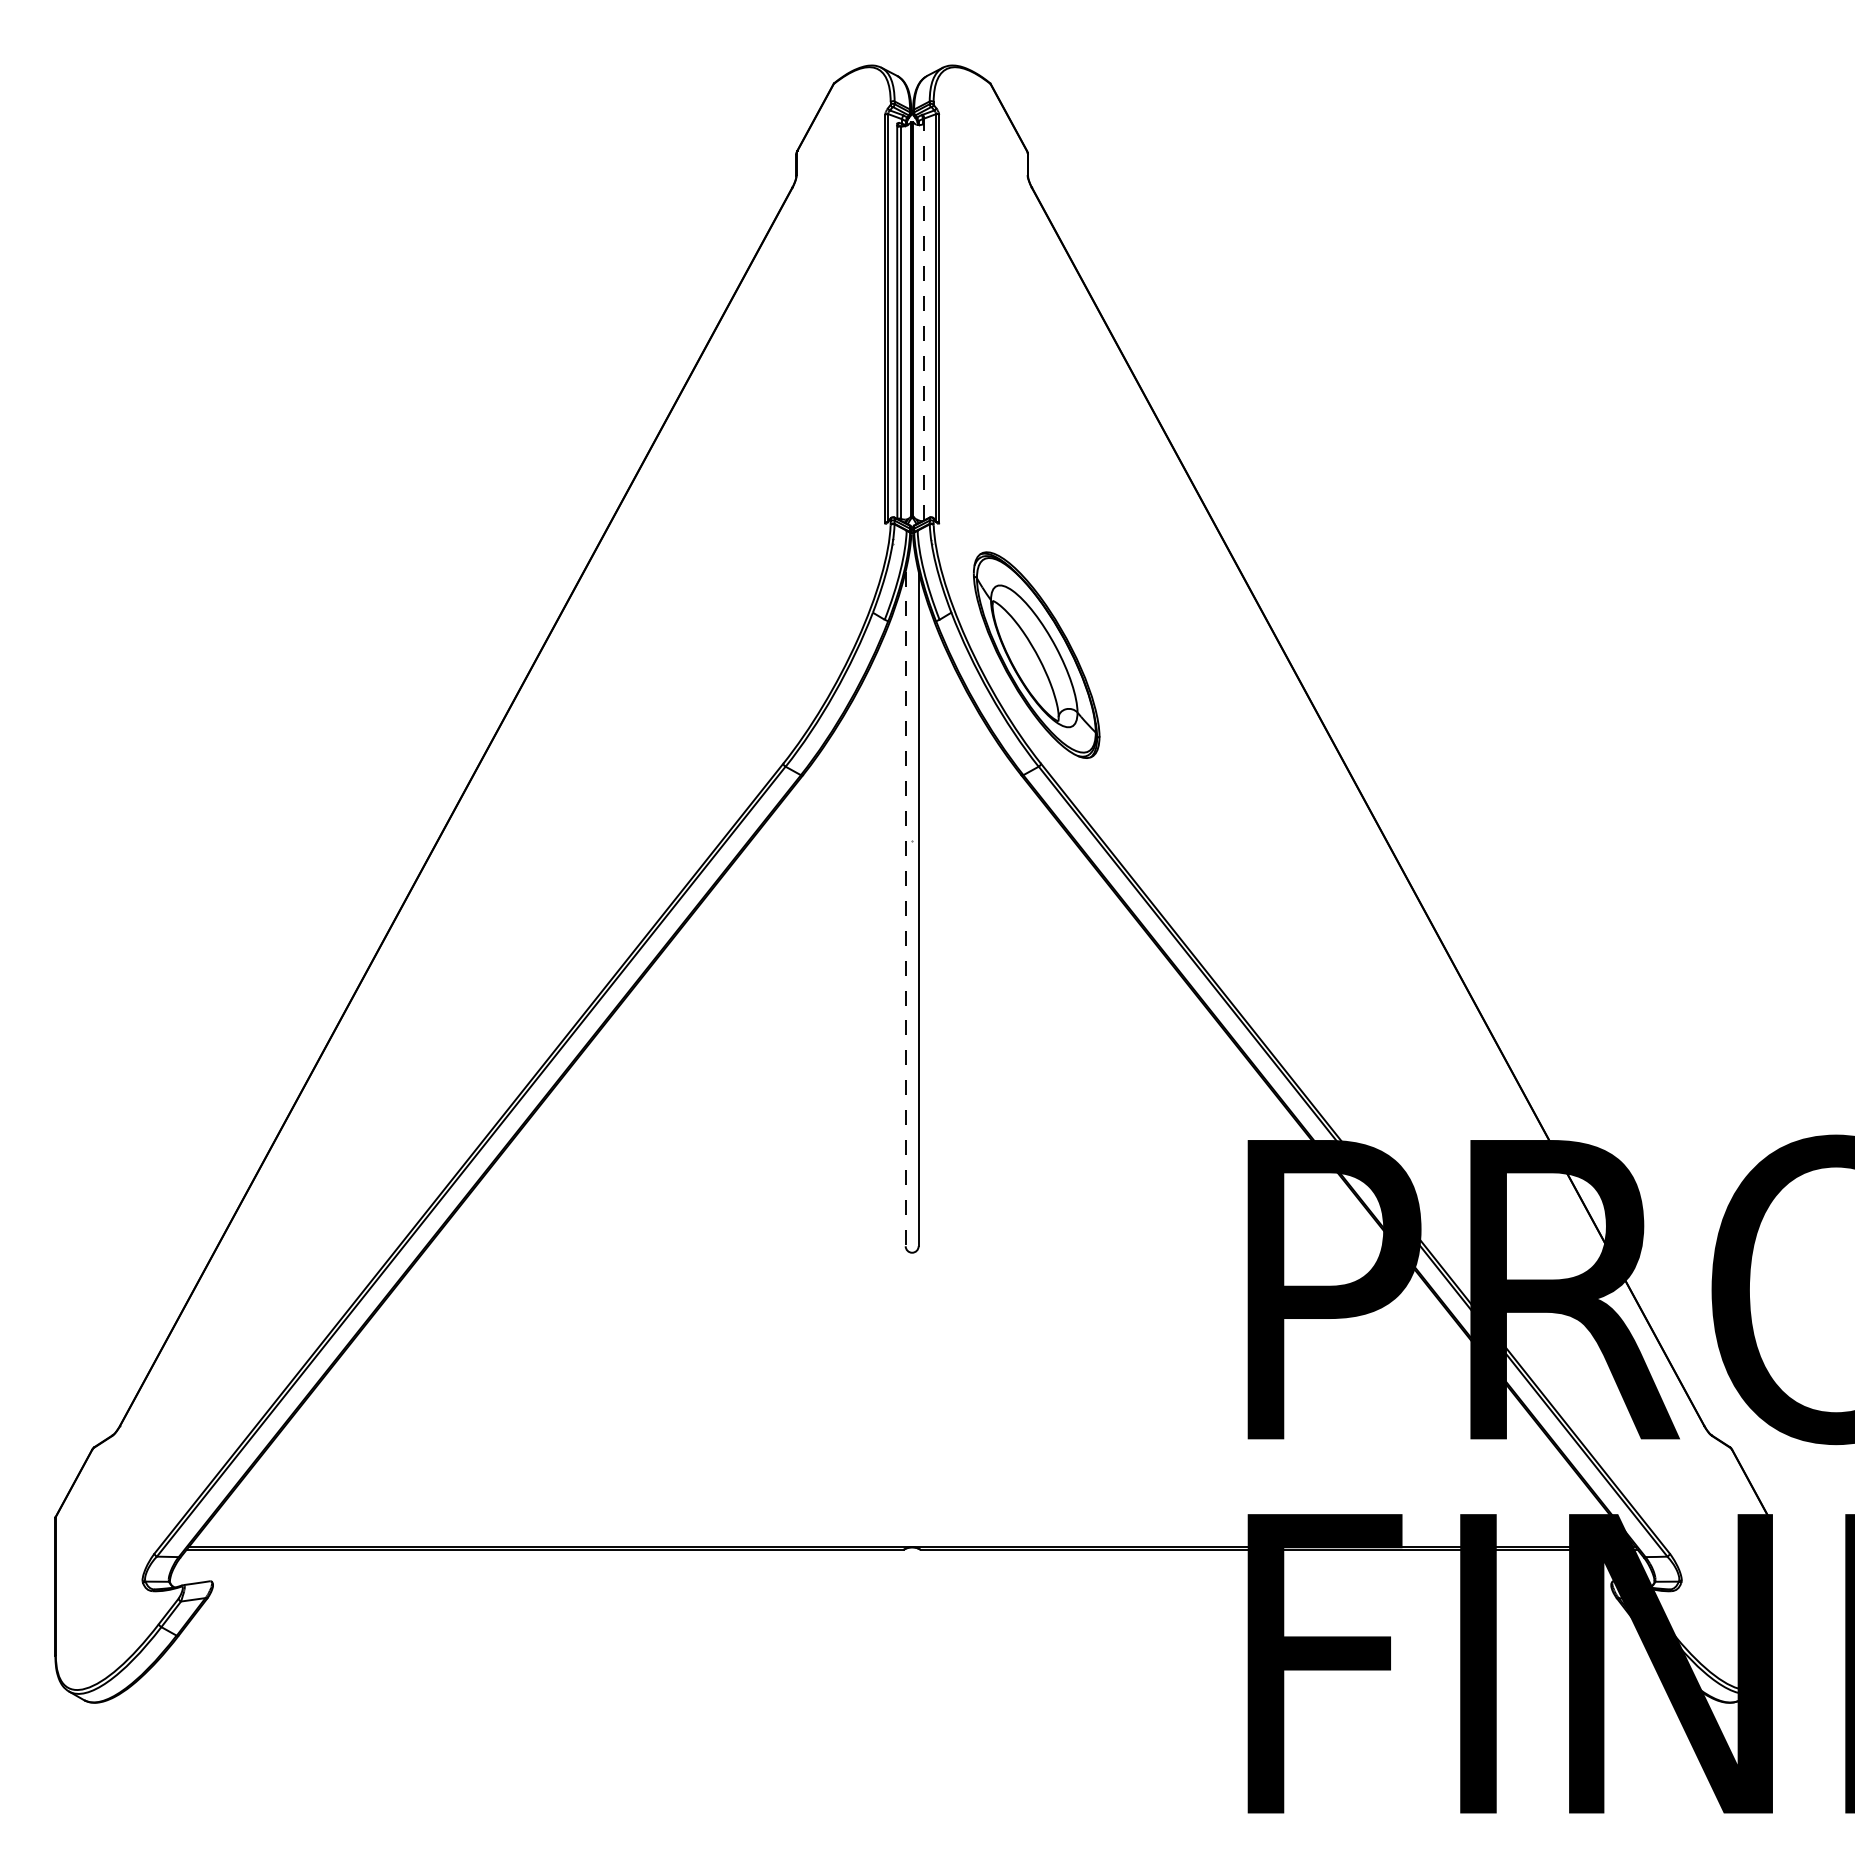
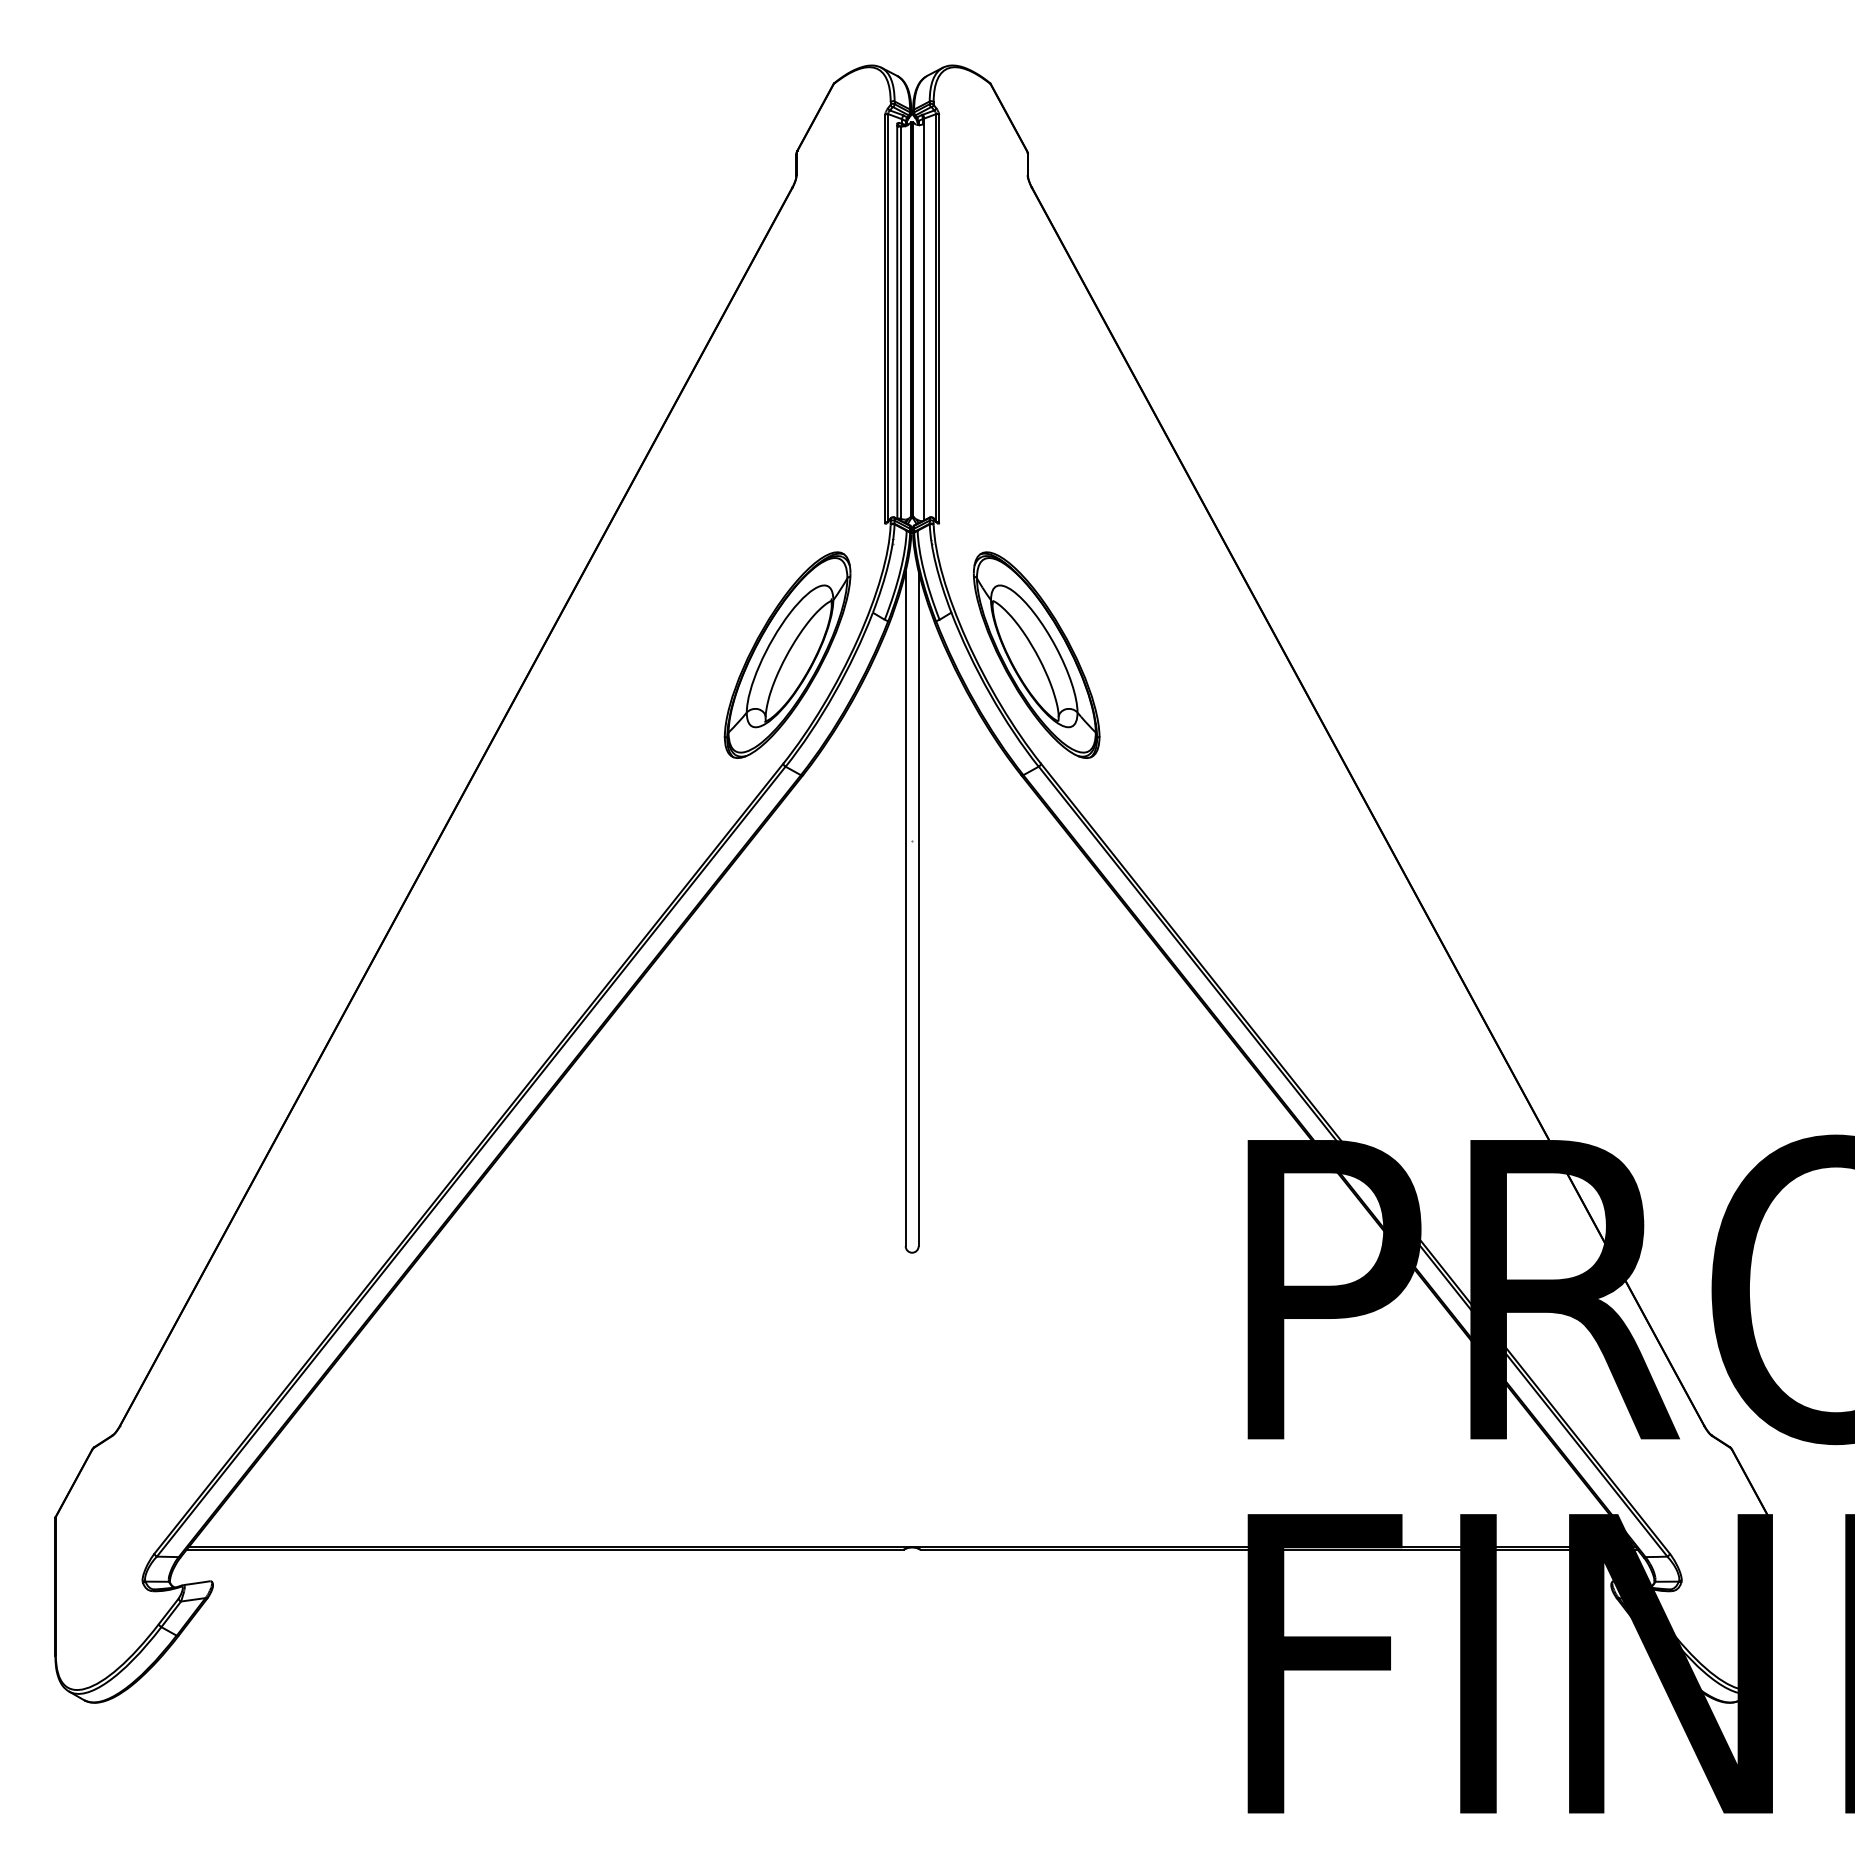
line at (924, 319): dashed -> solid
part at (787, 654): none -> present
line at (905, 909): dashed -> solid
